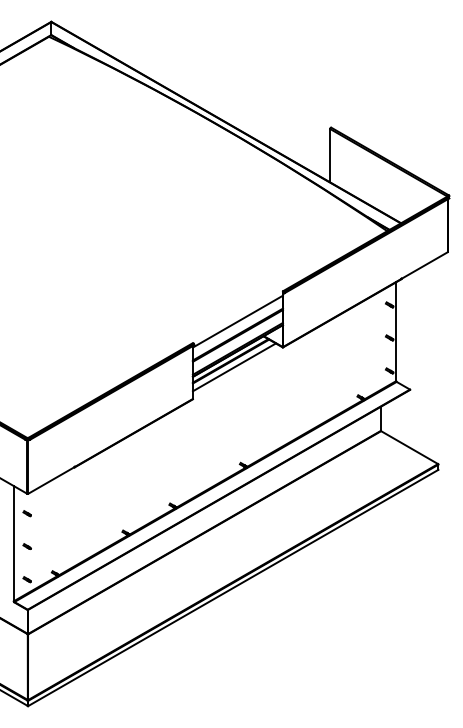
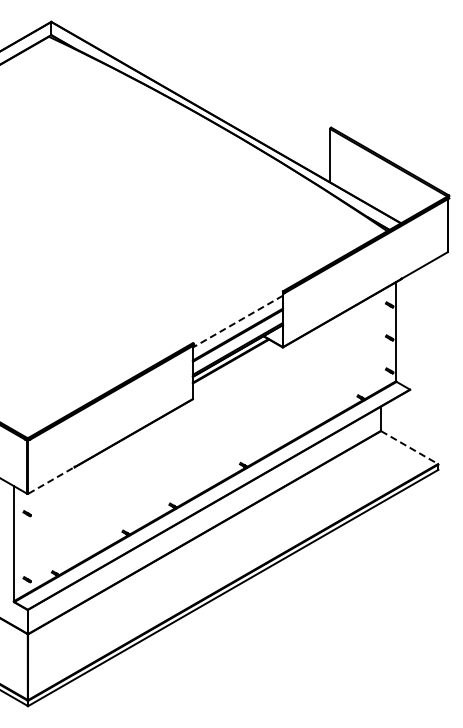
line at (237, 321): solid -> dashed
line at (233, 367): present -> none
line at (409, 447): solid -> dashed
line at (51, 480): solid -> dashed
part at (26, 546): present -> none
